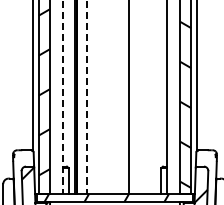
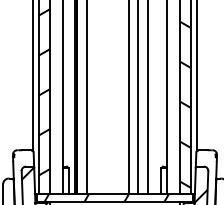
line at (63, 96): dashed -> solid
line at (87, 96): dashed -> solid
line at (138, 97): none -> present
line at (148, 97): none -> present
